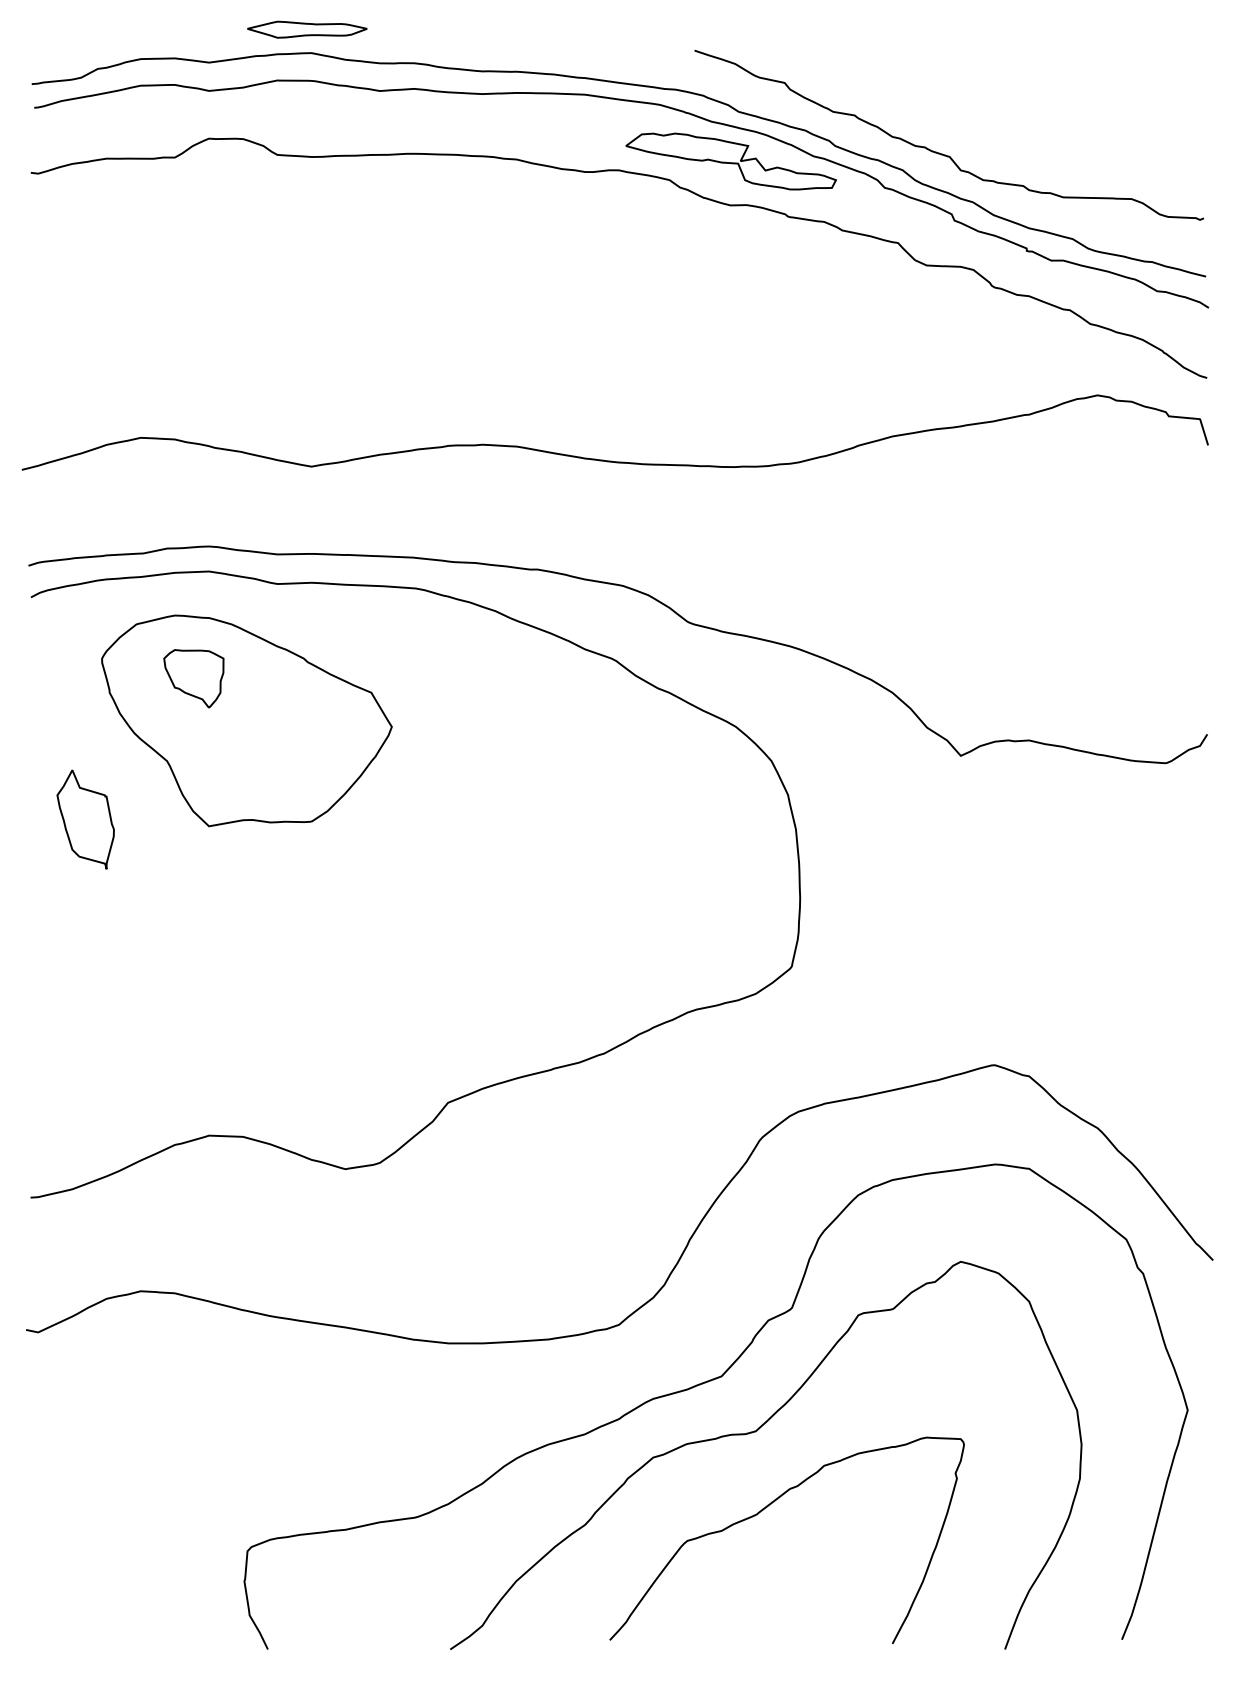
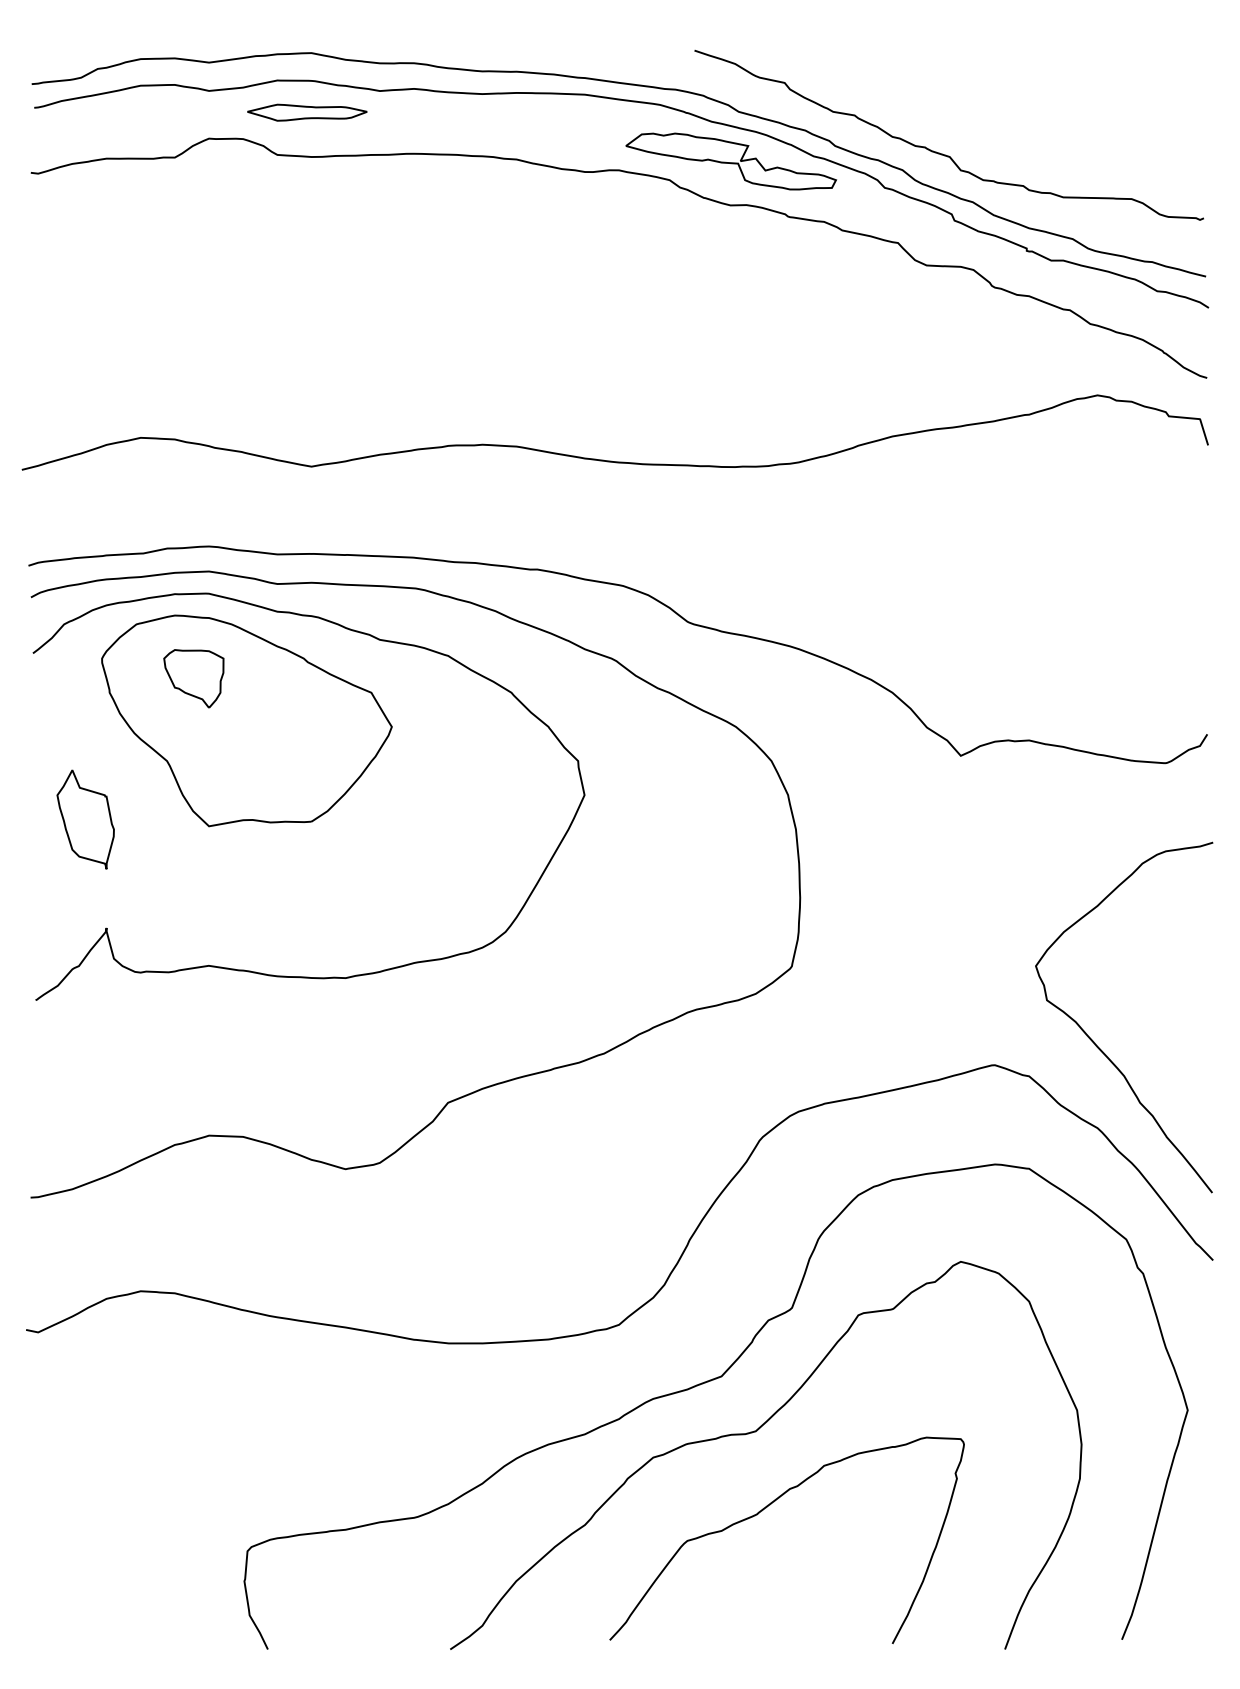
part at (307, 29) position: (307, 29) -> (307, 112)
curve at (352, 631): none -> present
curve at (1094, 1041): none -> present
